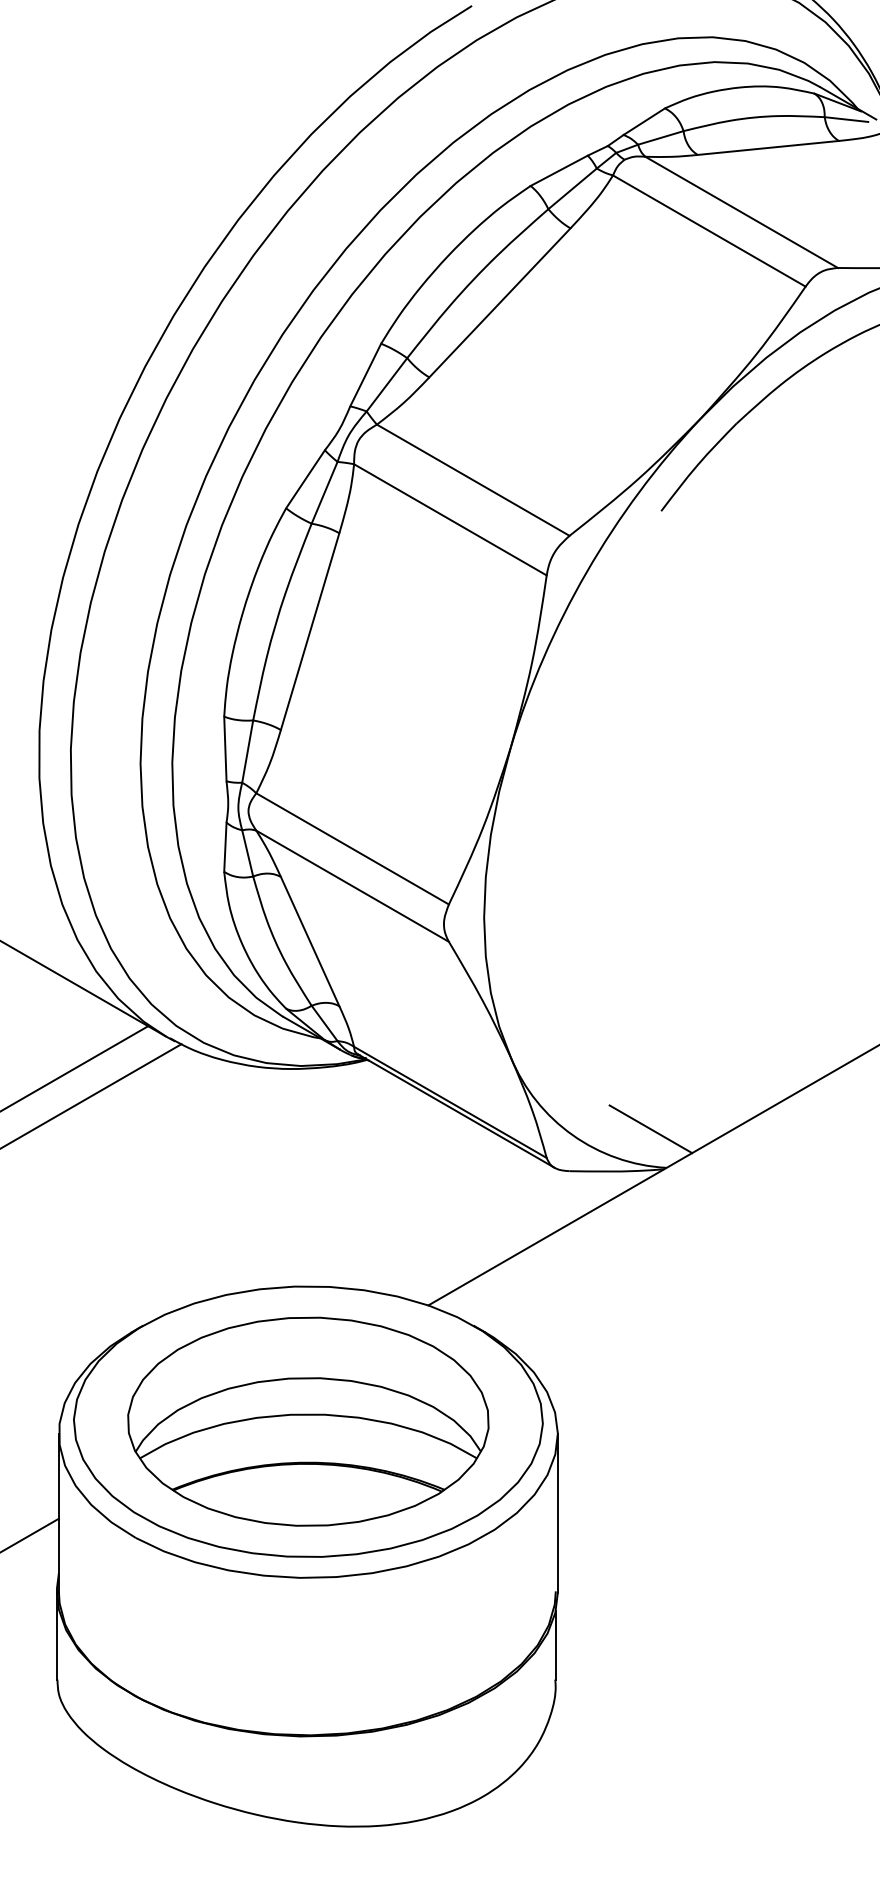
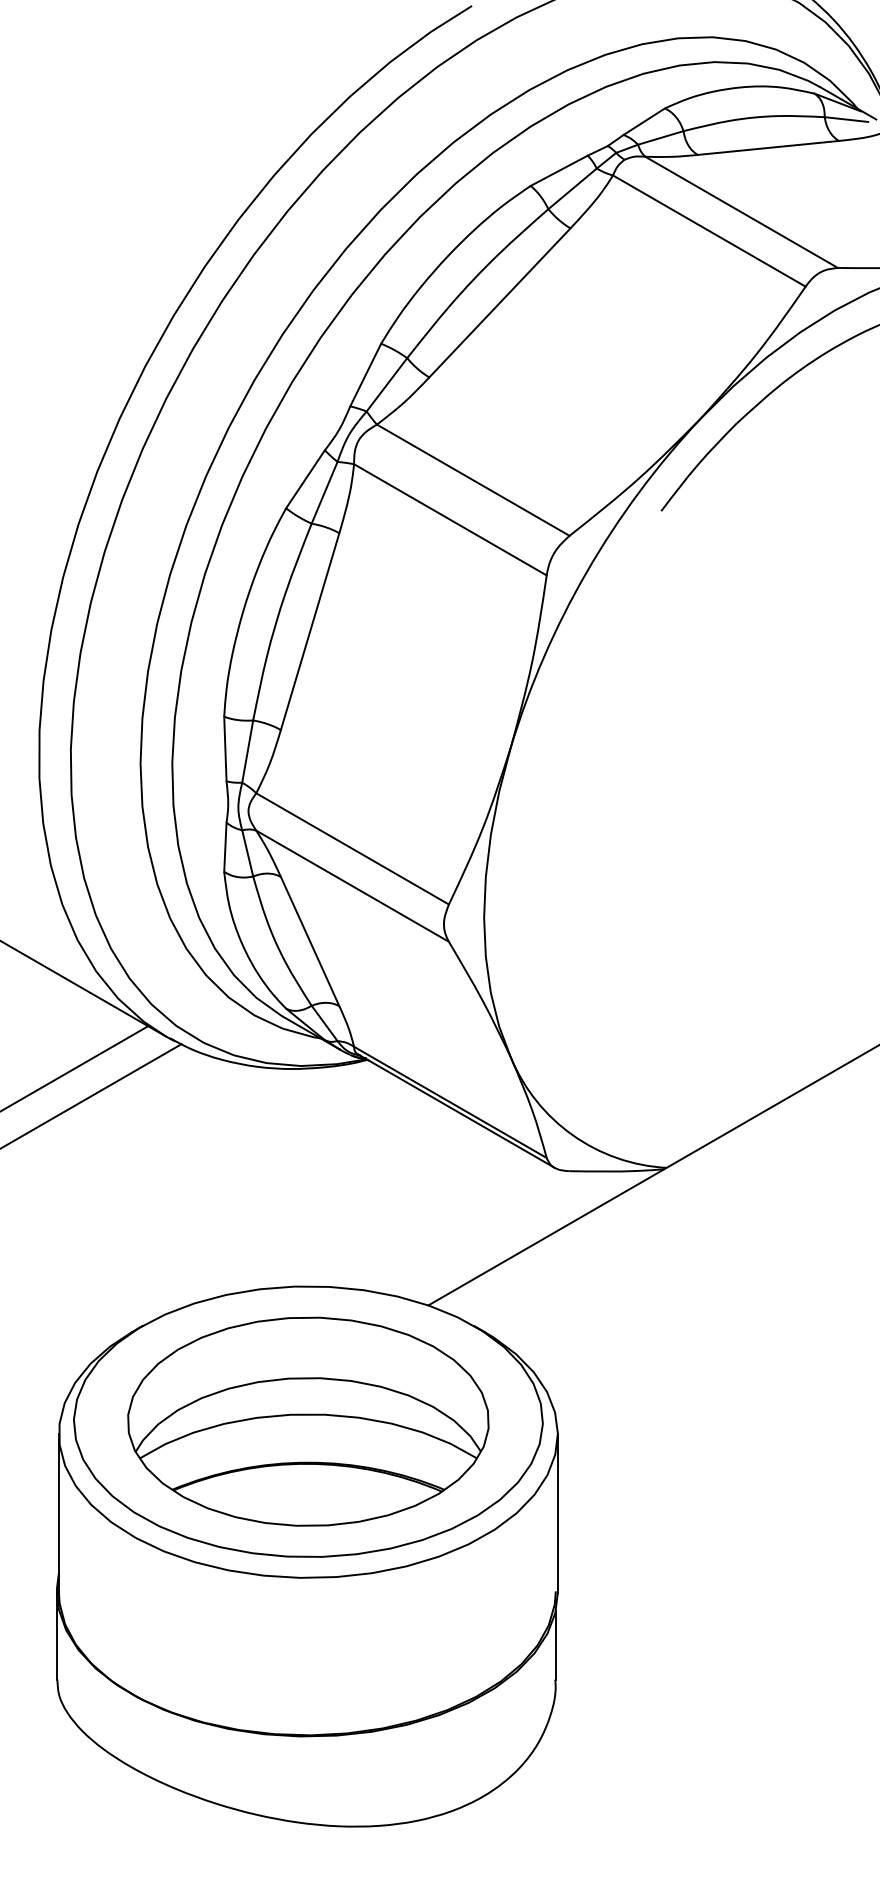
line at (650, 1129): present -> none
line at (30, 1534): present -> none
